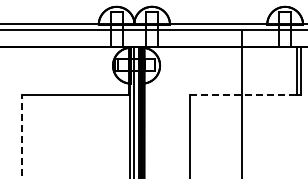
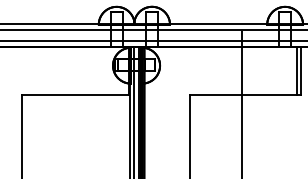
line at (153, 40): none -> present
line at (244, 95): dashed -> solid
line at (21, 136): dashed -> solid
